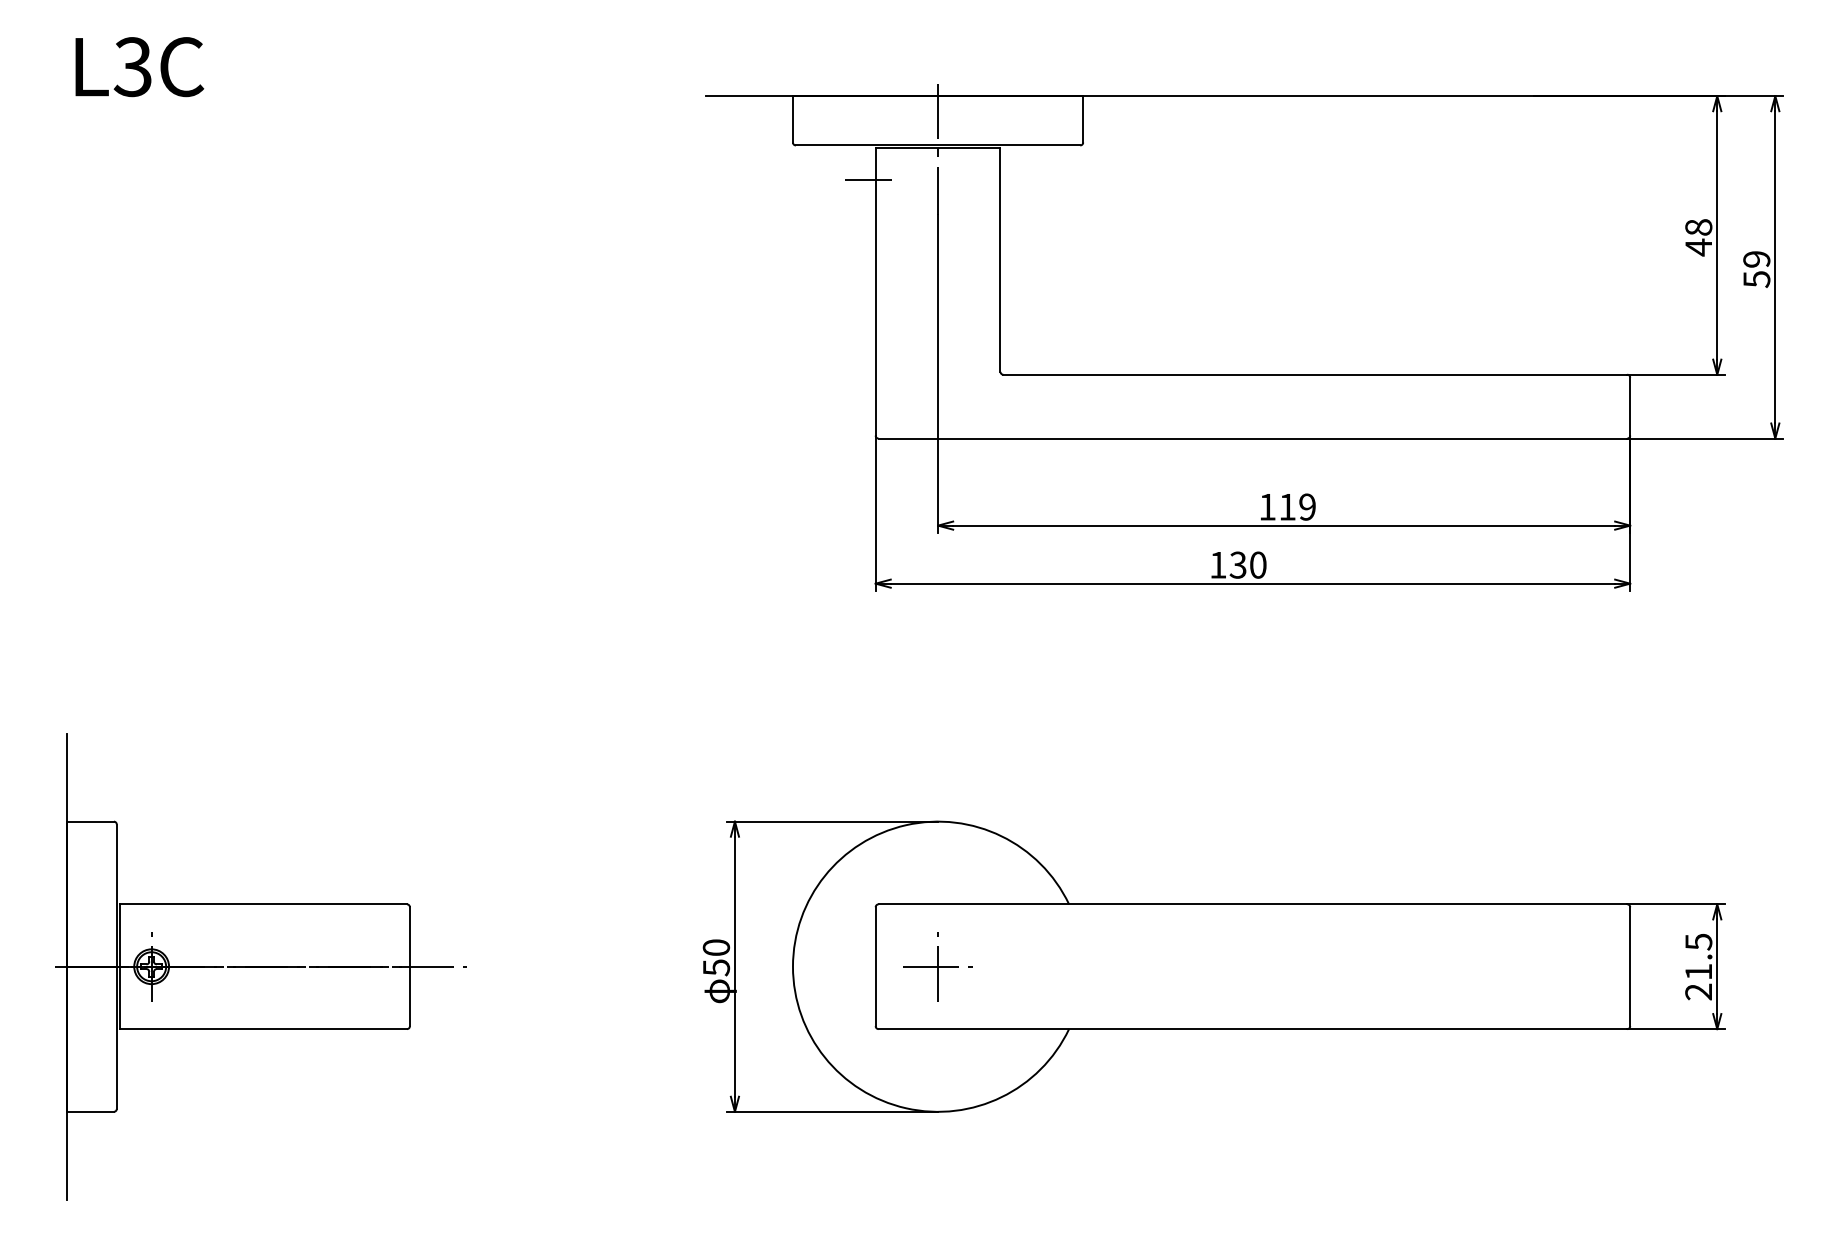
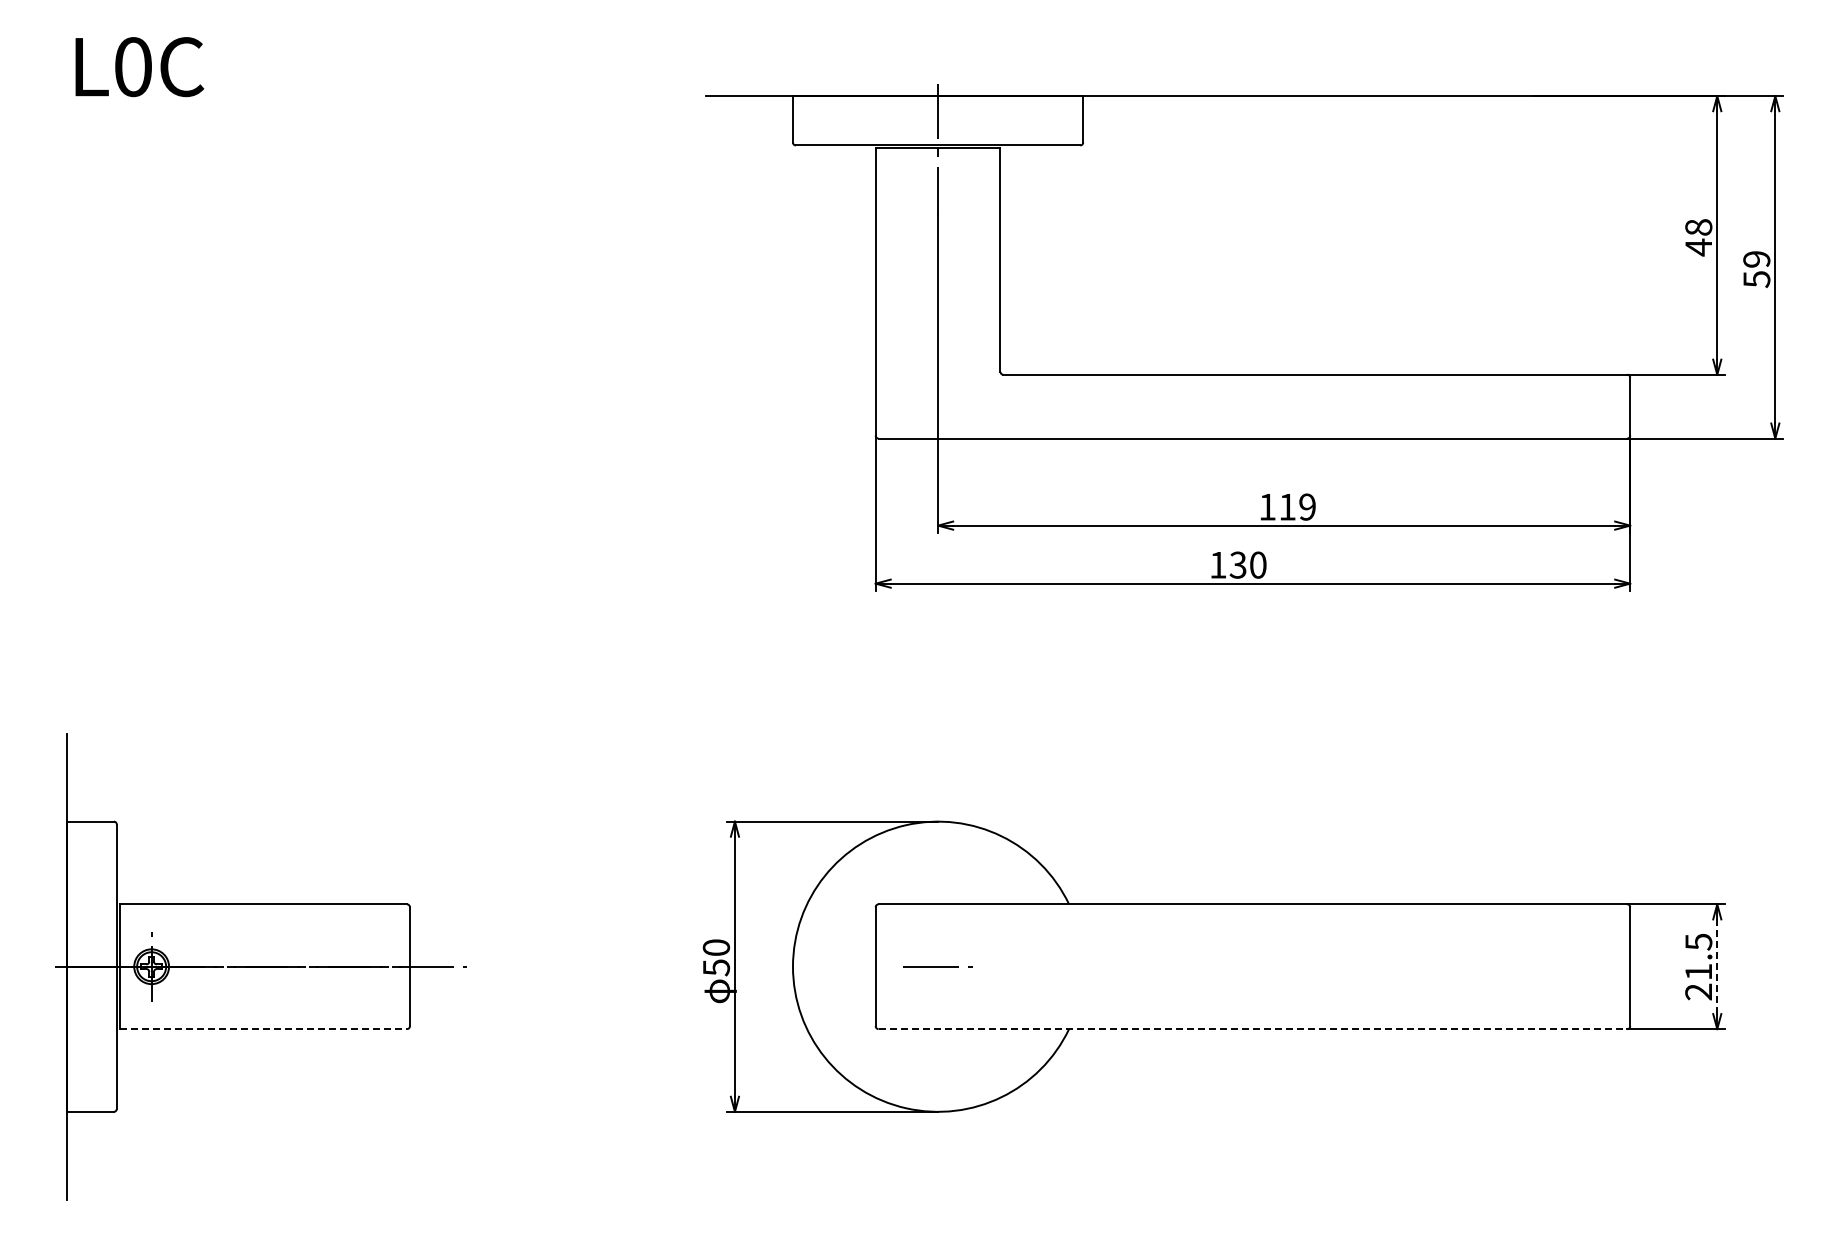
text at (132, 66): L3C -> L0C
line at (867, 180): present -> none
line at (938, 966): present -> none
line at (1717, 966): solid -> dashed
line at (263, 1029): solid -> dashed
line at (1253, 1029): solid -> dashed
